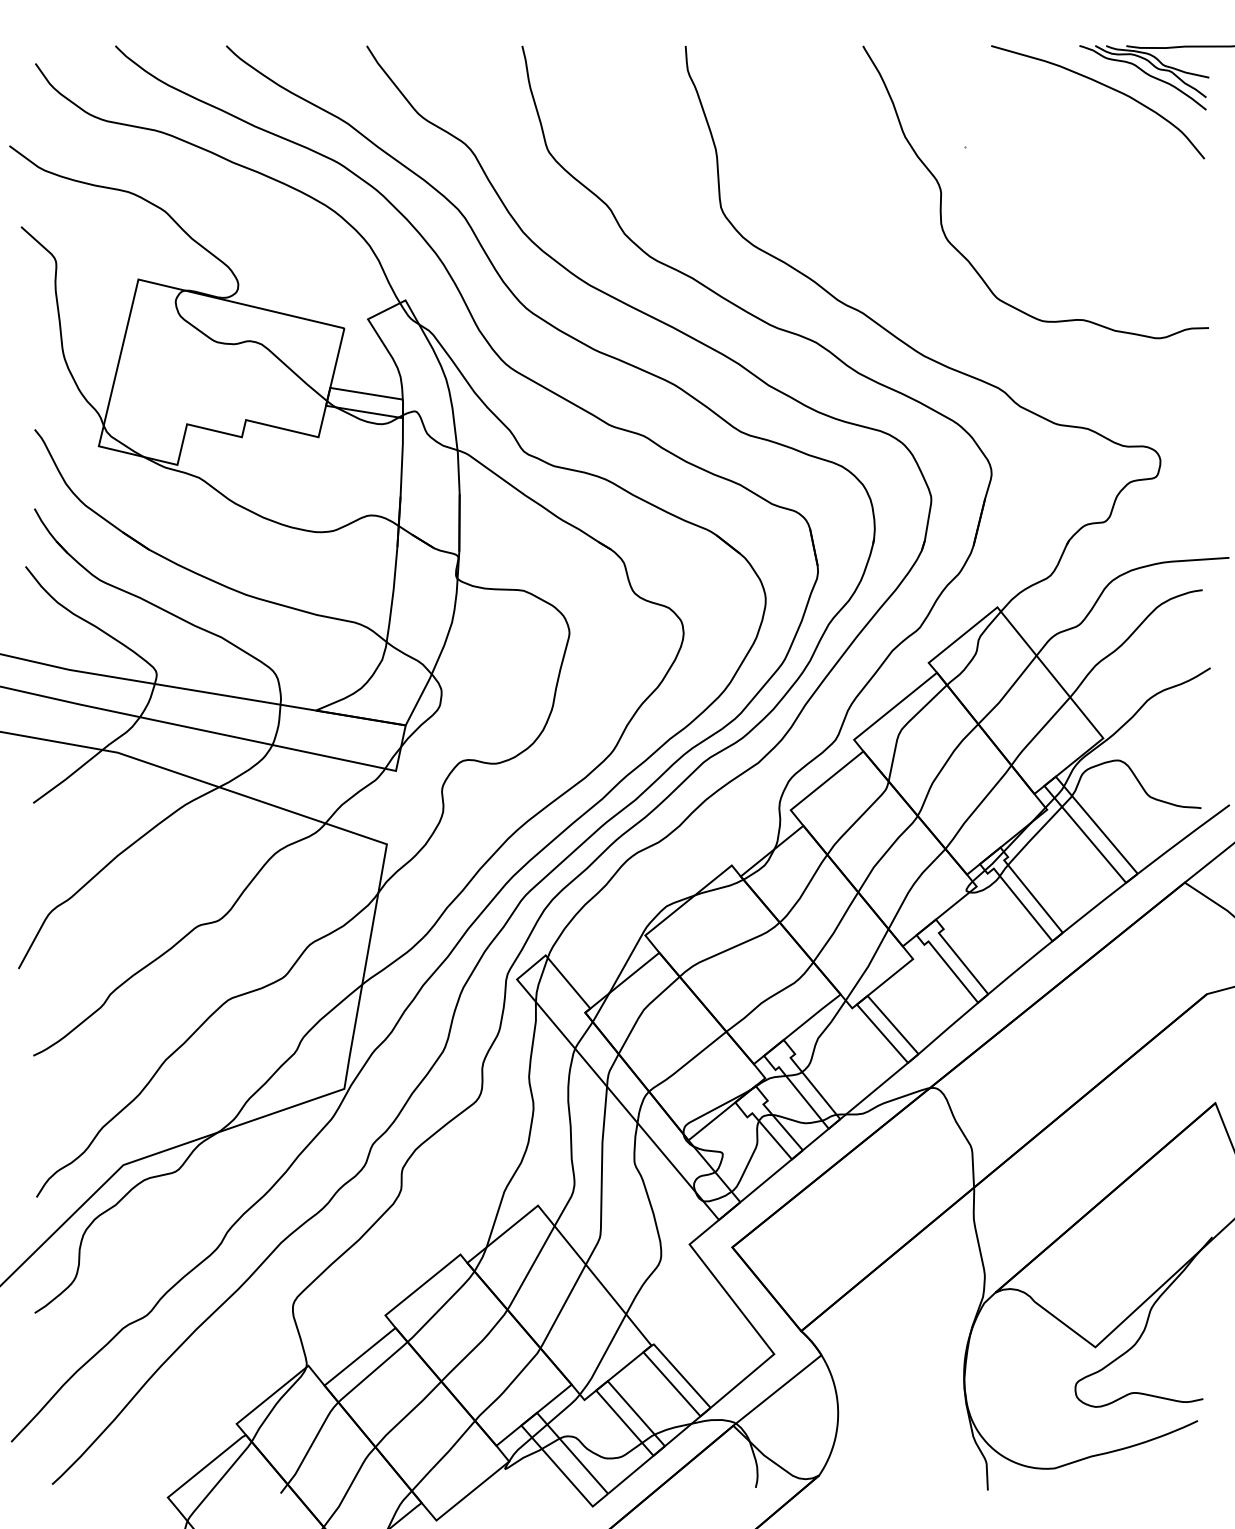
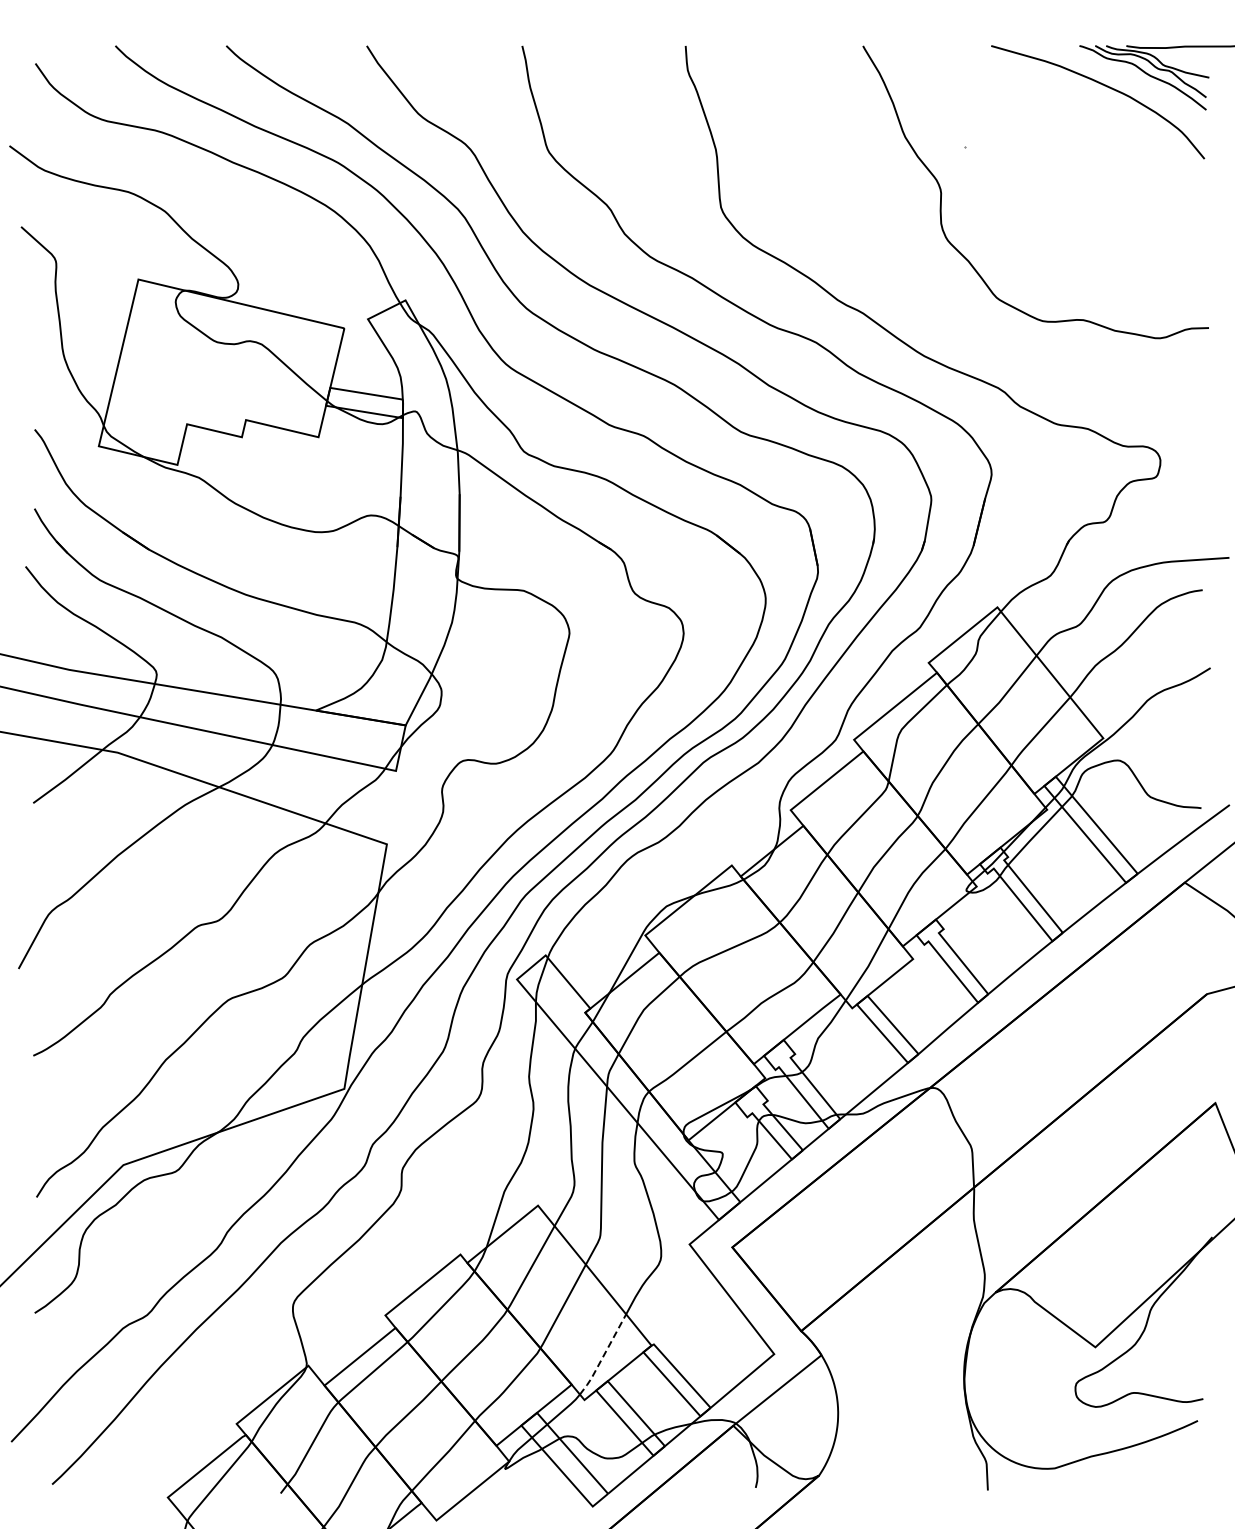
line at (603, 1355): solid -> dashed
